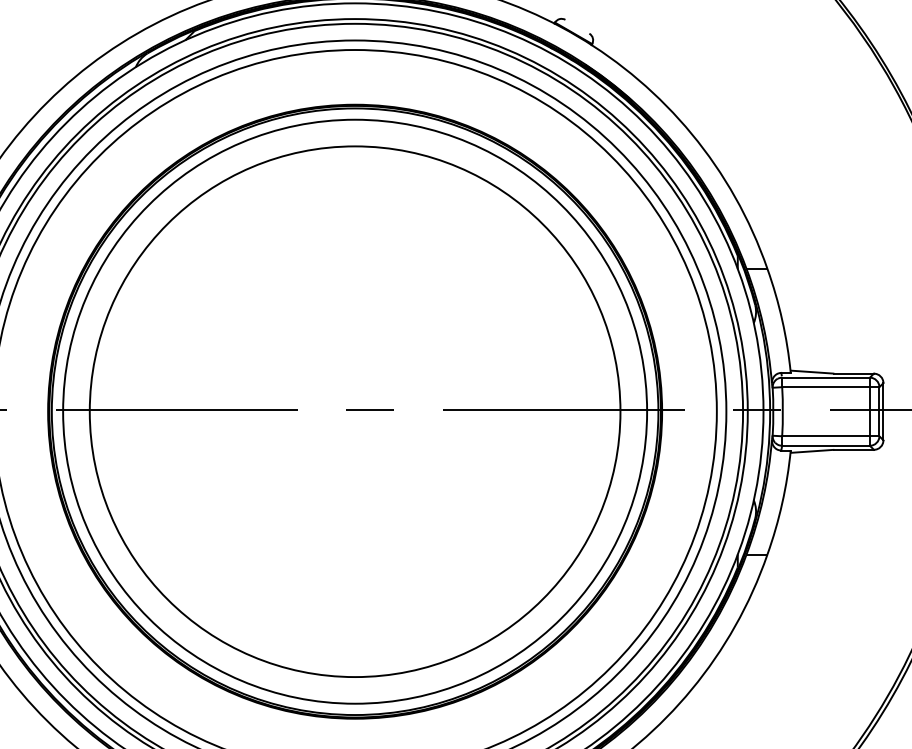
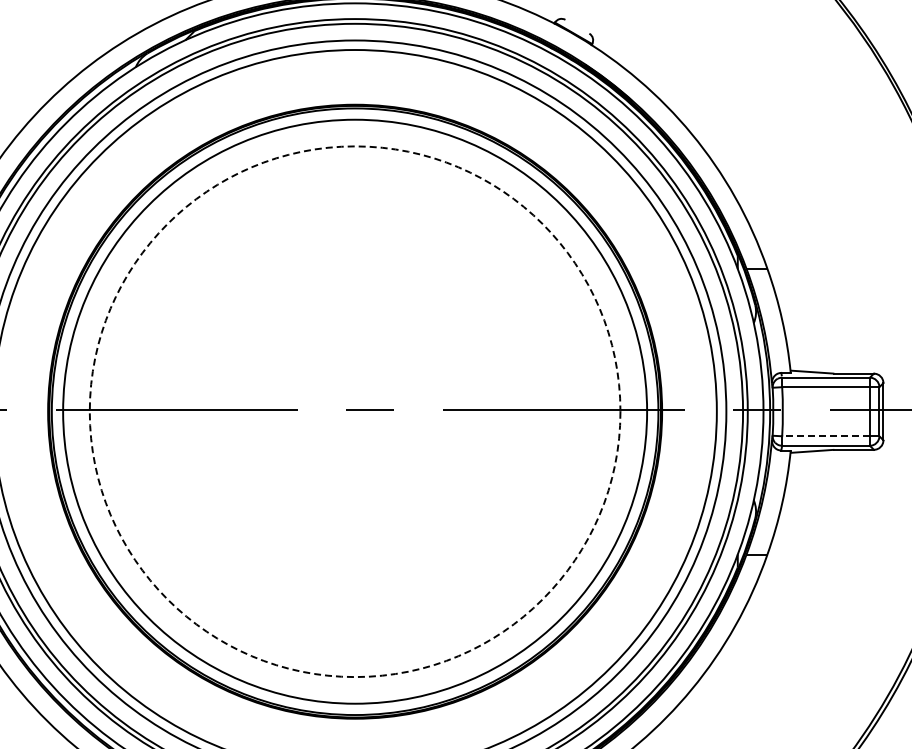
circle at (354, 411): solid -> dashed
line at (826, 436): solid -> dashed
